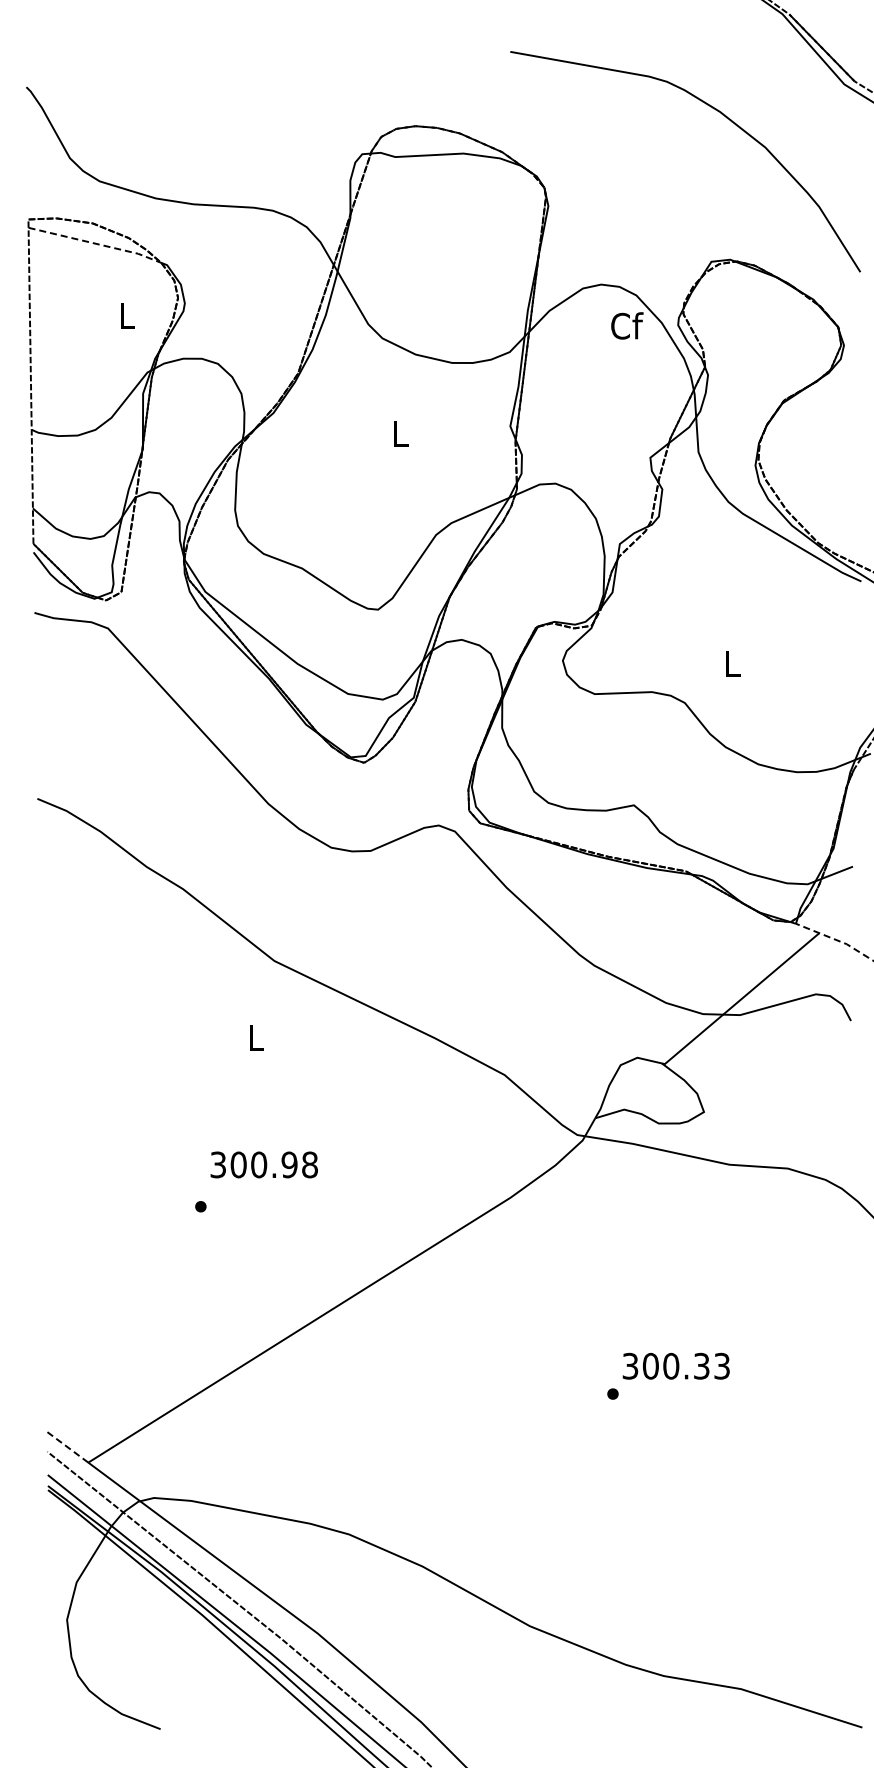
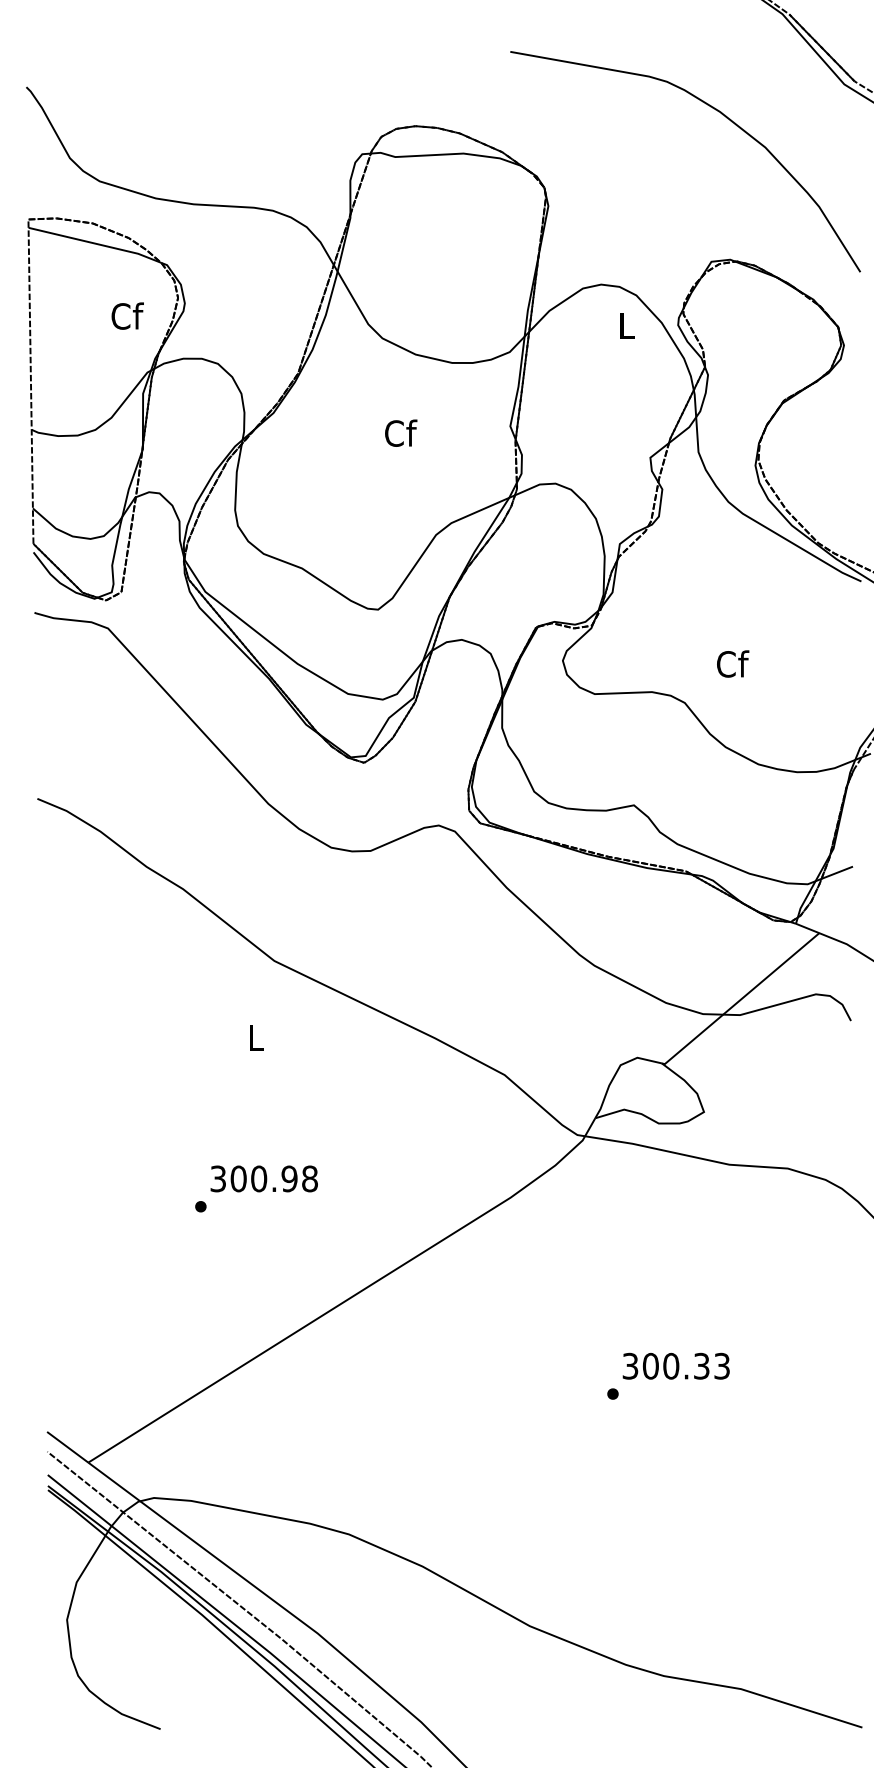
line at (96, 243): dashed -> solid
text at (127, 315): L -> Cf
text at (627, 325): Cf -> L
text at (401, 432): L -> Cf
text at (733, 663): L -> Cf
line at (836, 940): dashed -> solid
text at (263, 1164) position: (263, 1164) -> (263, 1178)
line at (67, 1447): dashed -> solid
